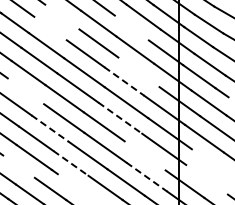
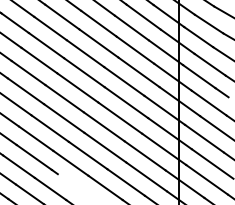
line at (62, 16): none -> present
line at (131, 27): none -> present
line at (50, 28): none -> present
line at (138, 72): none -> present
line at (124, 81): dashed -> solid
line at (25, 91): none -> present
line at (120, 118): dashed -> solid
line at (50, 128): dashed -> solid
line at (144, 155): none -> present
line at (70, 163): dashed -> solid
line at (211, 163): none -> present
line at (18, 166): none -> present
line at (146, 177): dashed -> solid
line at (206, 179): none -> present
